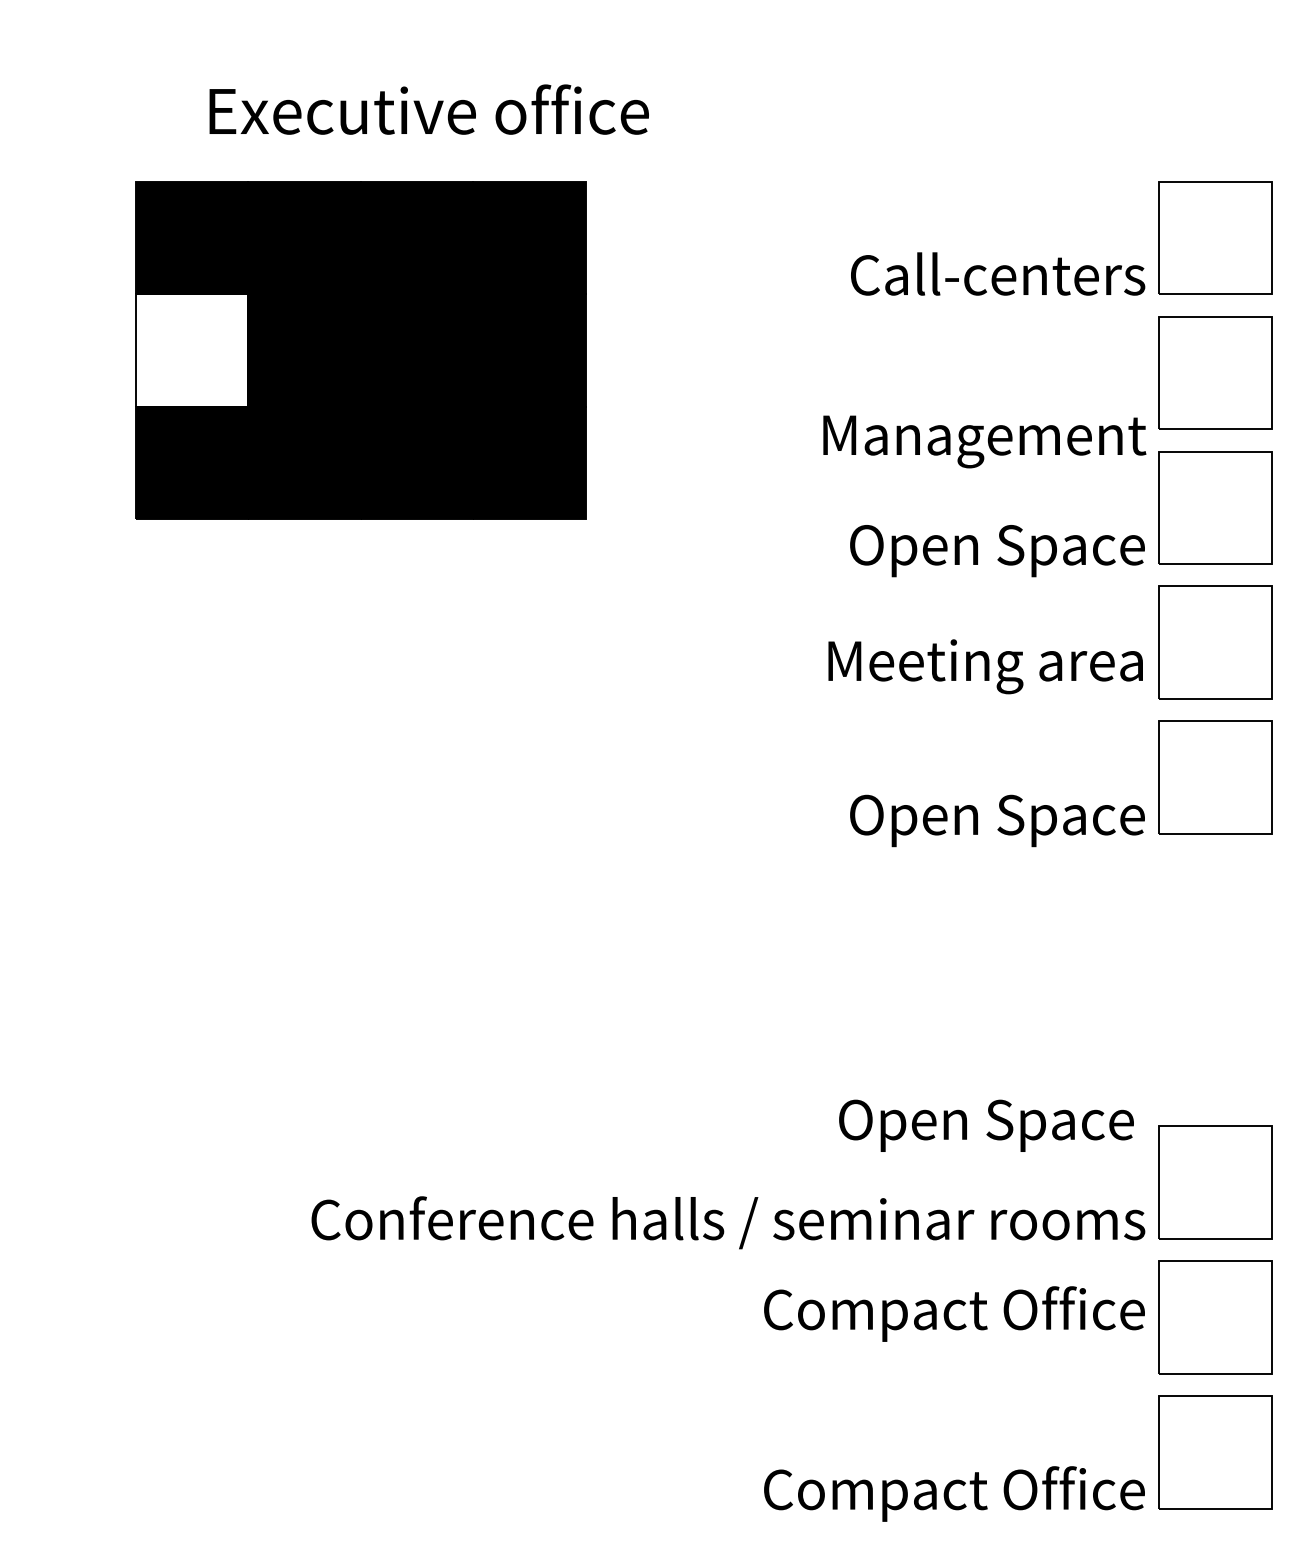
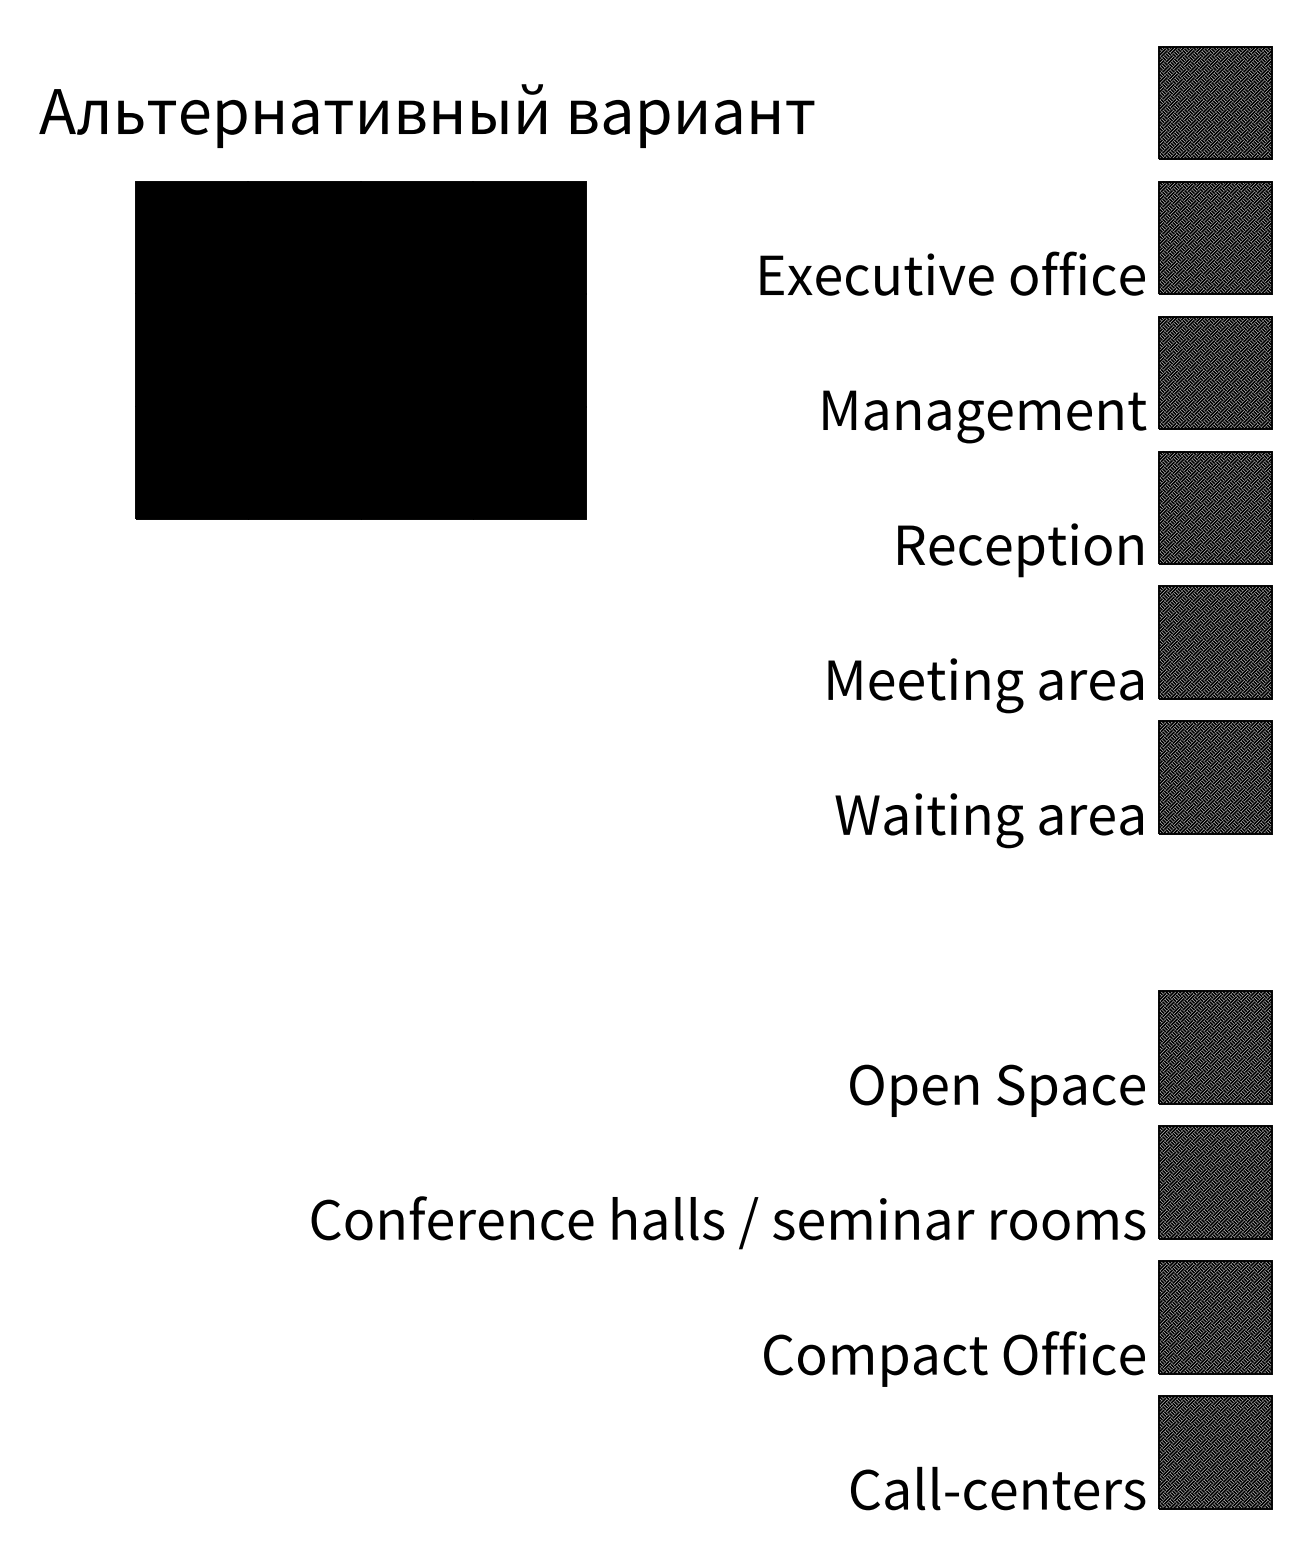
part at (1215, 102): none -> present
text at (426, 116): Executive office -> Альтернативный вариант
hatch at (1215, 237): none -> present
text at (952, 273): Call-centers -> Executive office
fill at (192, 350): none -> present
hatch at (1215, 372): none -> present
text at (984, 441) position: (984, 441) -> (984, 416)
hatch at (1215, 507): none -> present
text at (997, 550): Open Space -> Reception
hatch at (1215, 642): none -> present
text at (985, 666) position: (985, 666) -> (985, 685)
hatch at (1215, 777): none -> present
text at (989, 820): Open Space -> Waiting area
part at (1215, 1047): none -> present
text at (986, 1125) position: (986, 1125) -> (997, 1090)
hatch at (1215, 1182): none -> present
text at (954, 1313) position: (954, 1313) -> (954, 1358)
hatch at (1215, 1317): none -> present
hatch at (1215, 1452): none -> present
text at (954, 1493): Compact Office -> Call-centers
